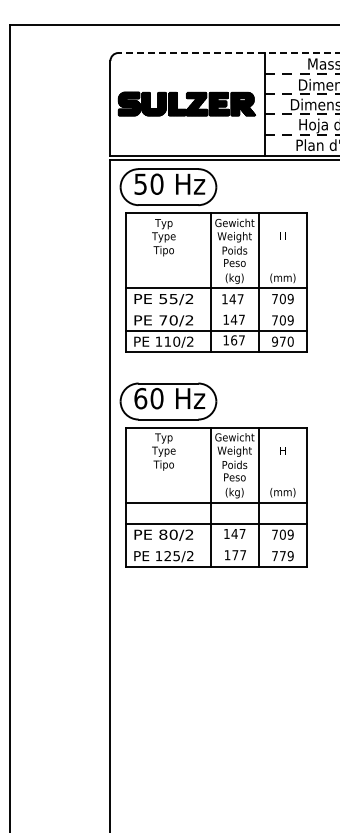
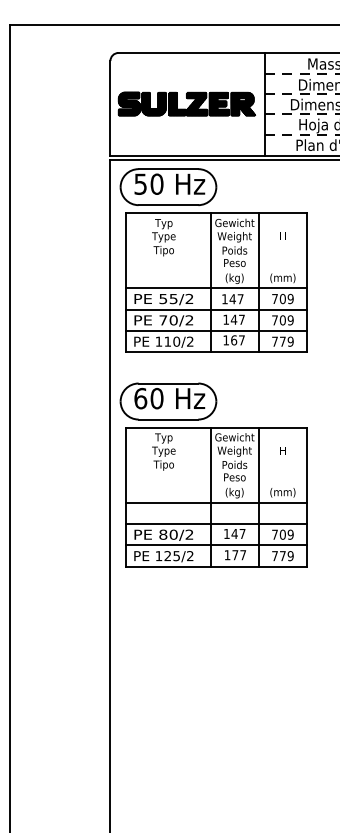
line at (228, 53): dashed -> solid
line at (216, 309): none -> present
text at (282, 341): 970 -> 779
line at (216, 545): none -> present
